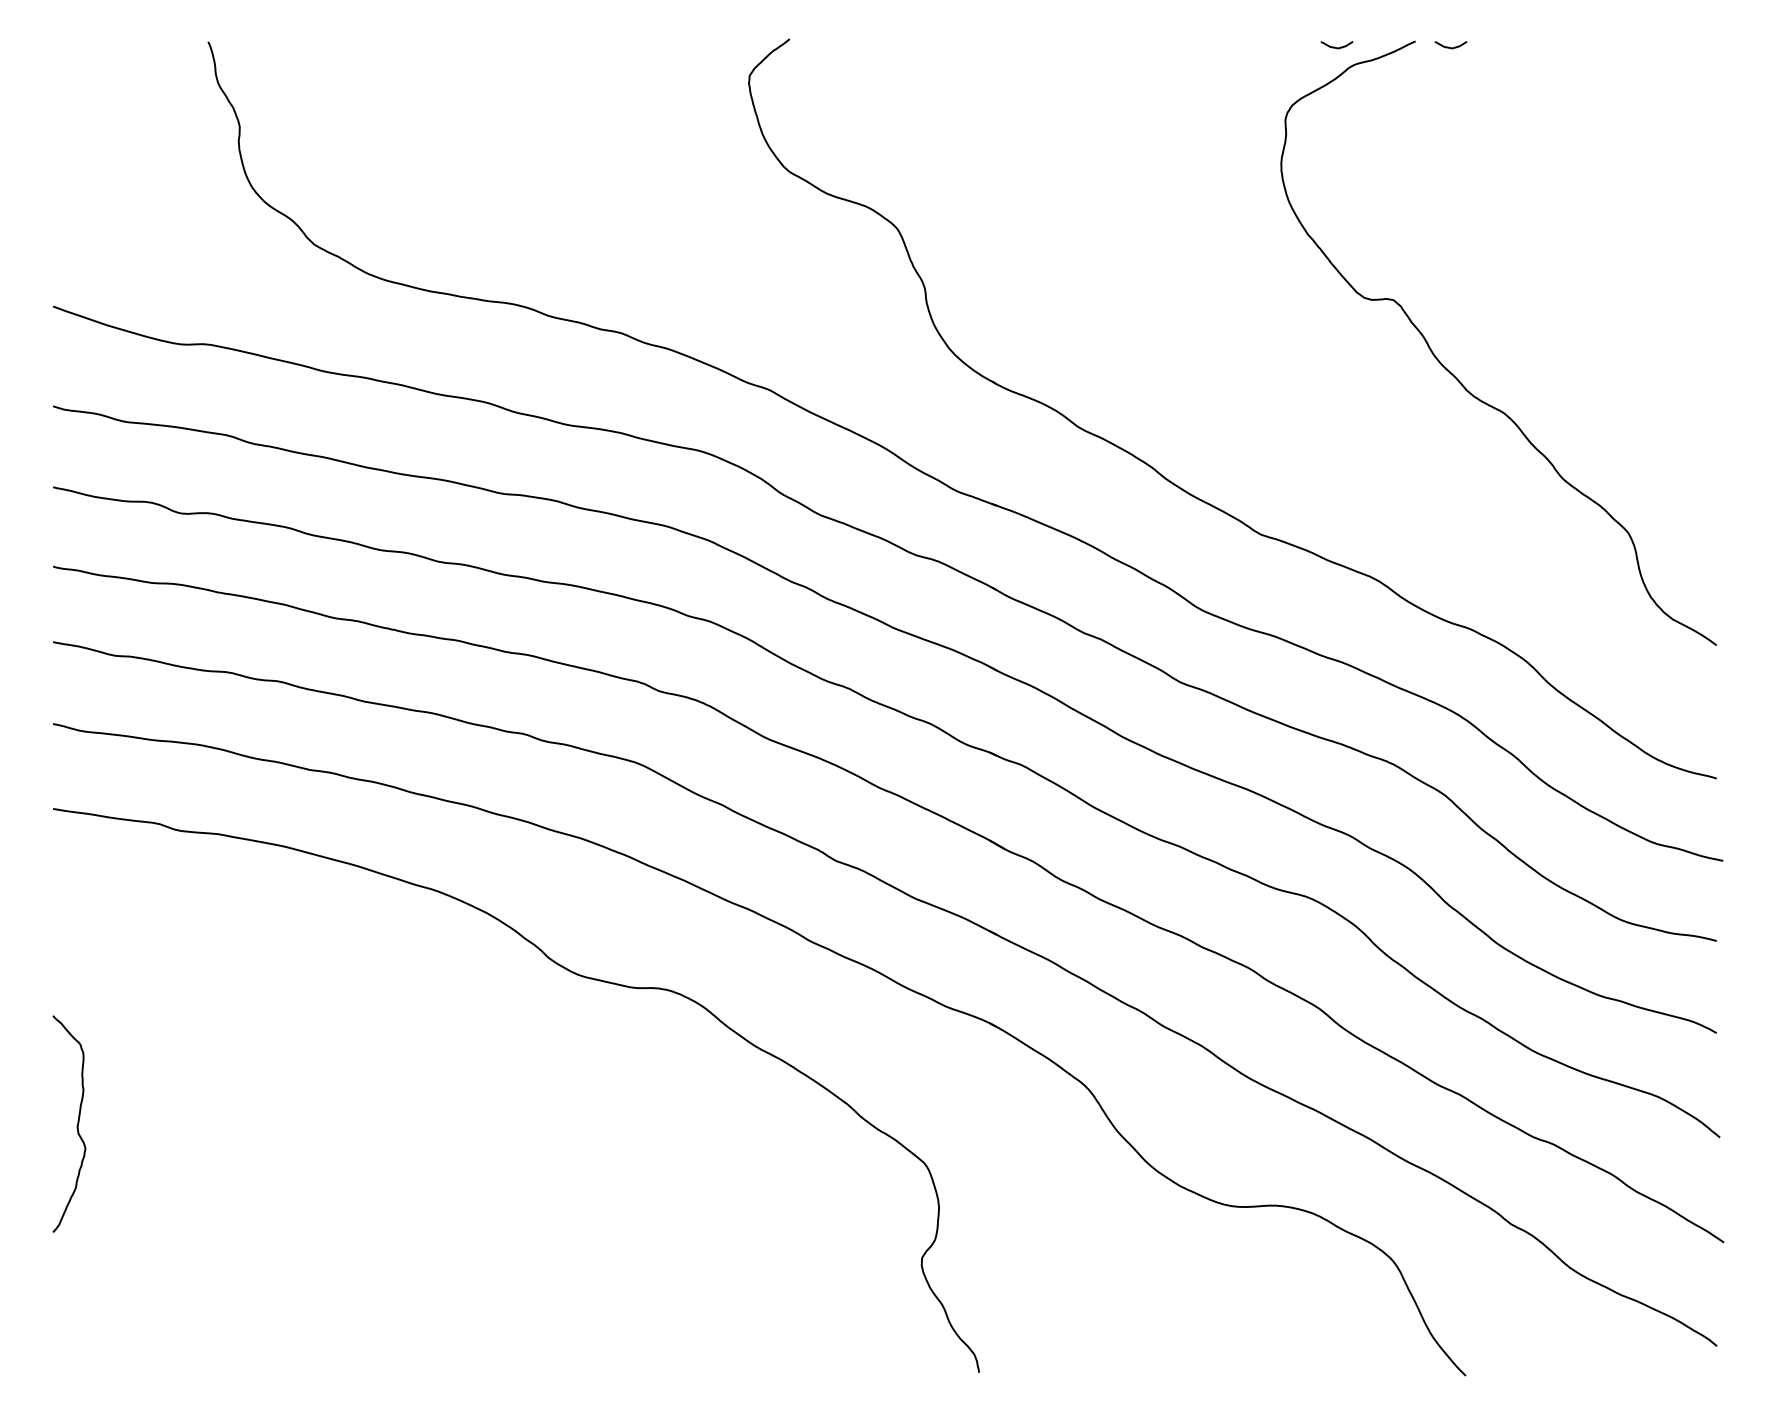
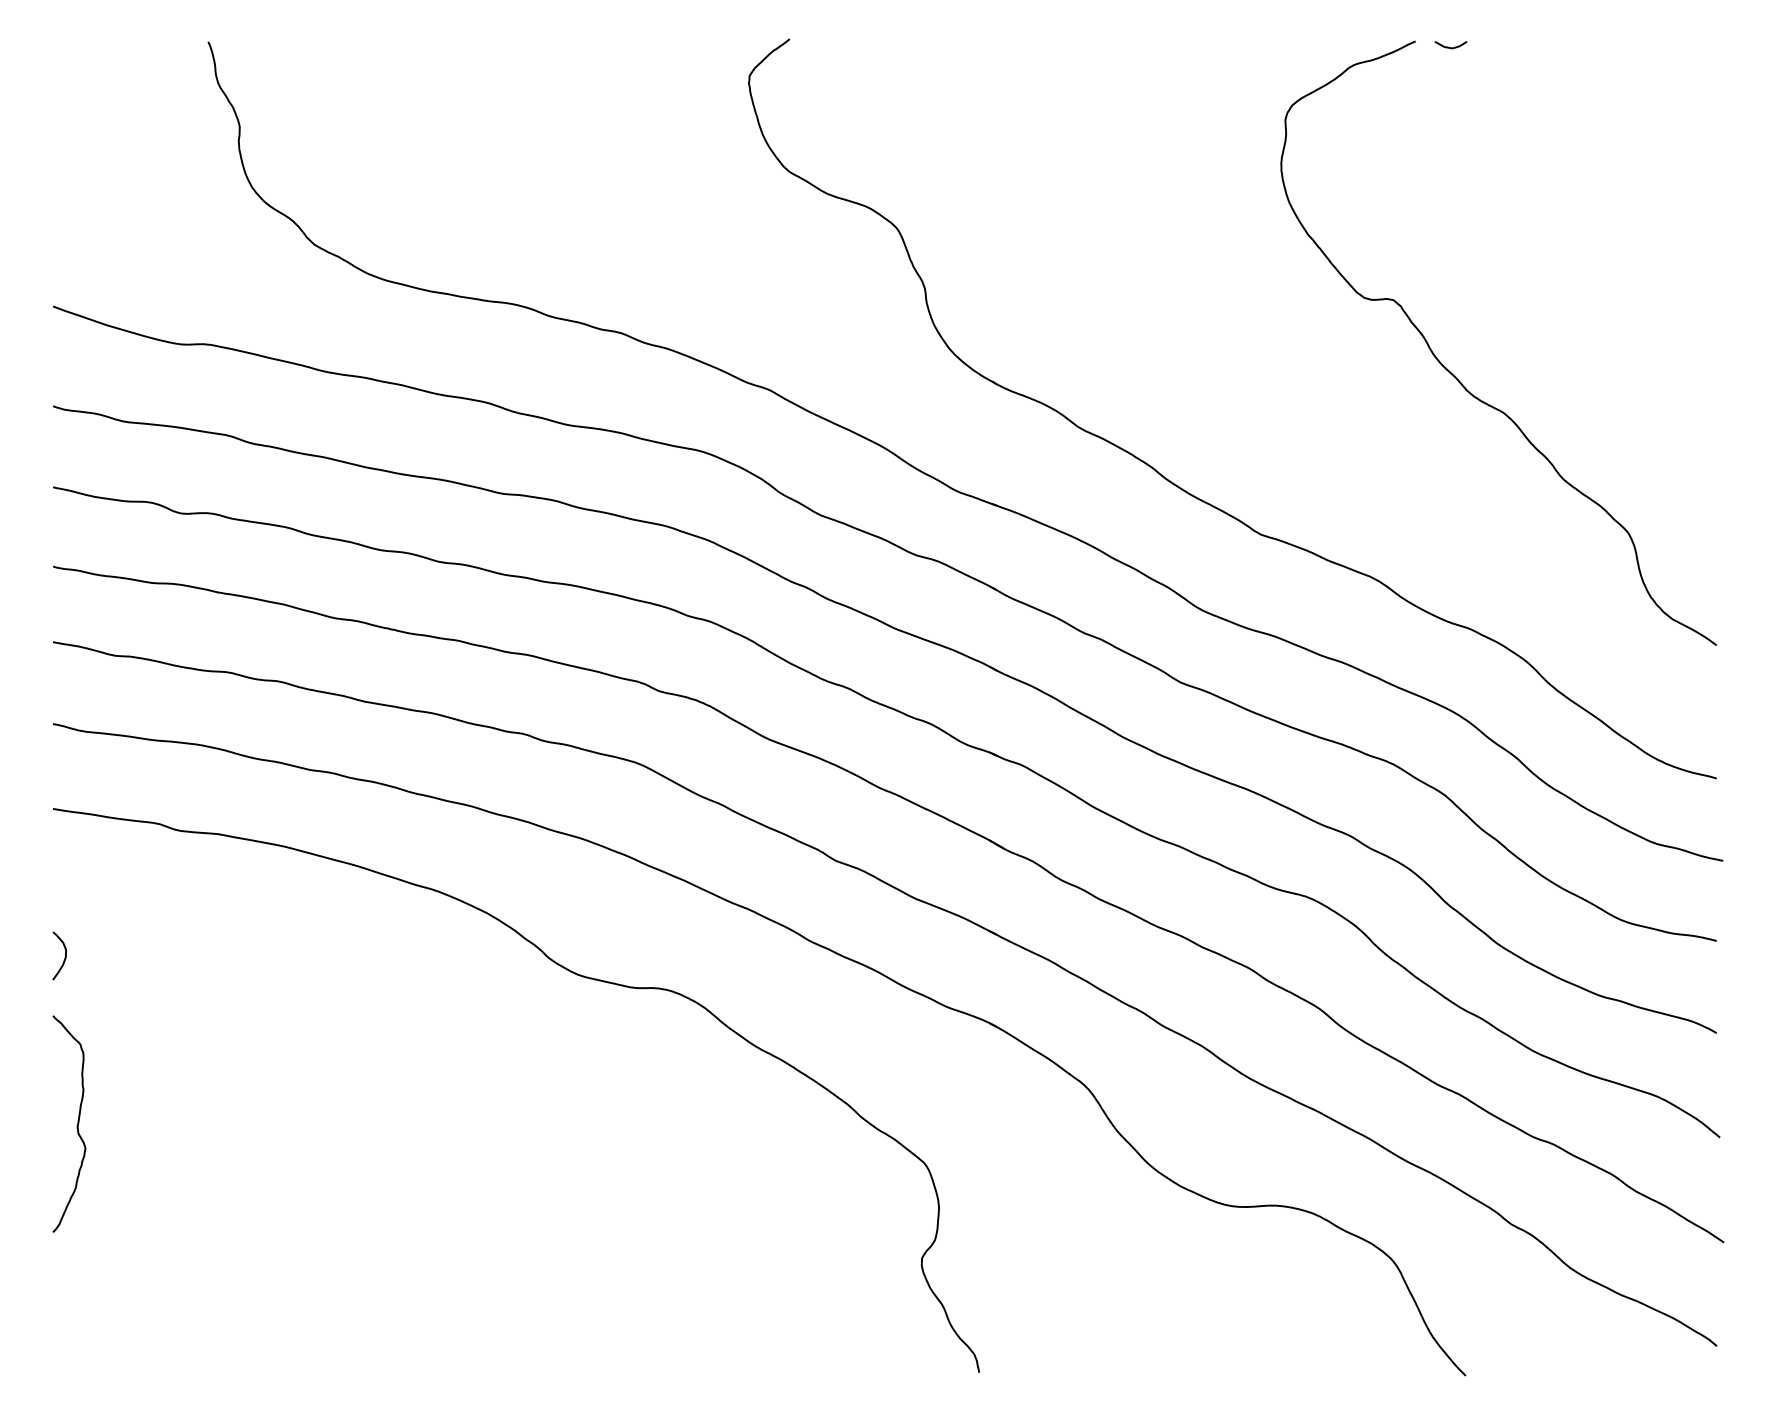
curve at (1336, 47): present -> none
curve at (64, 957): none -> present
